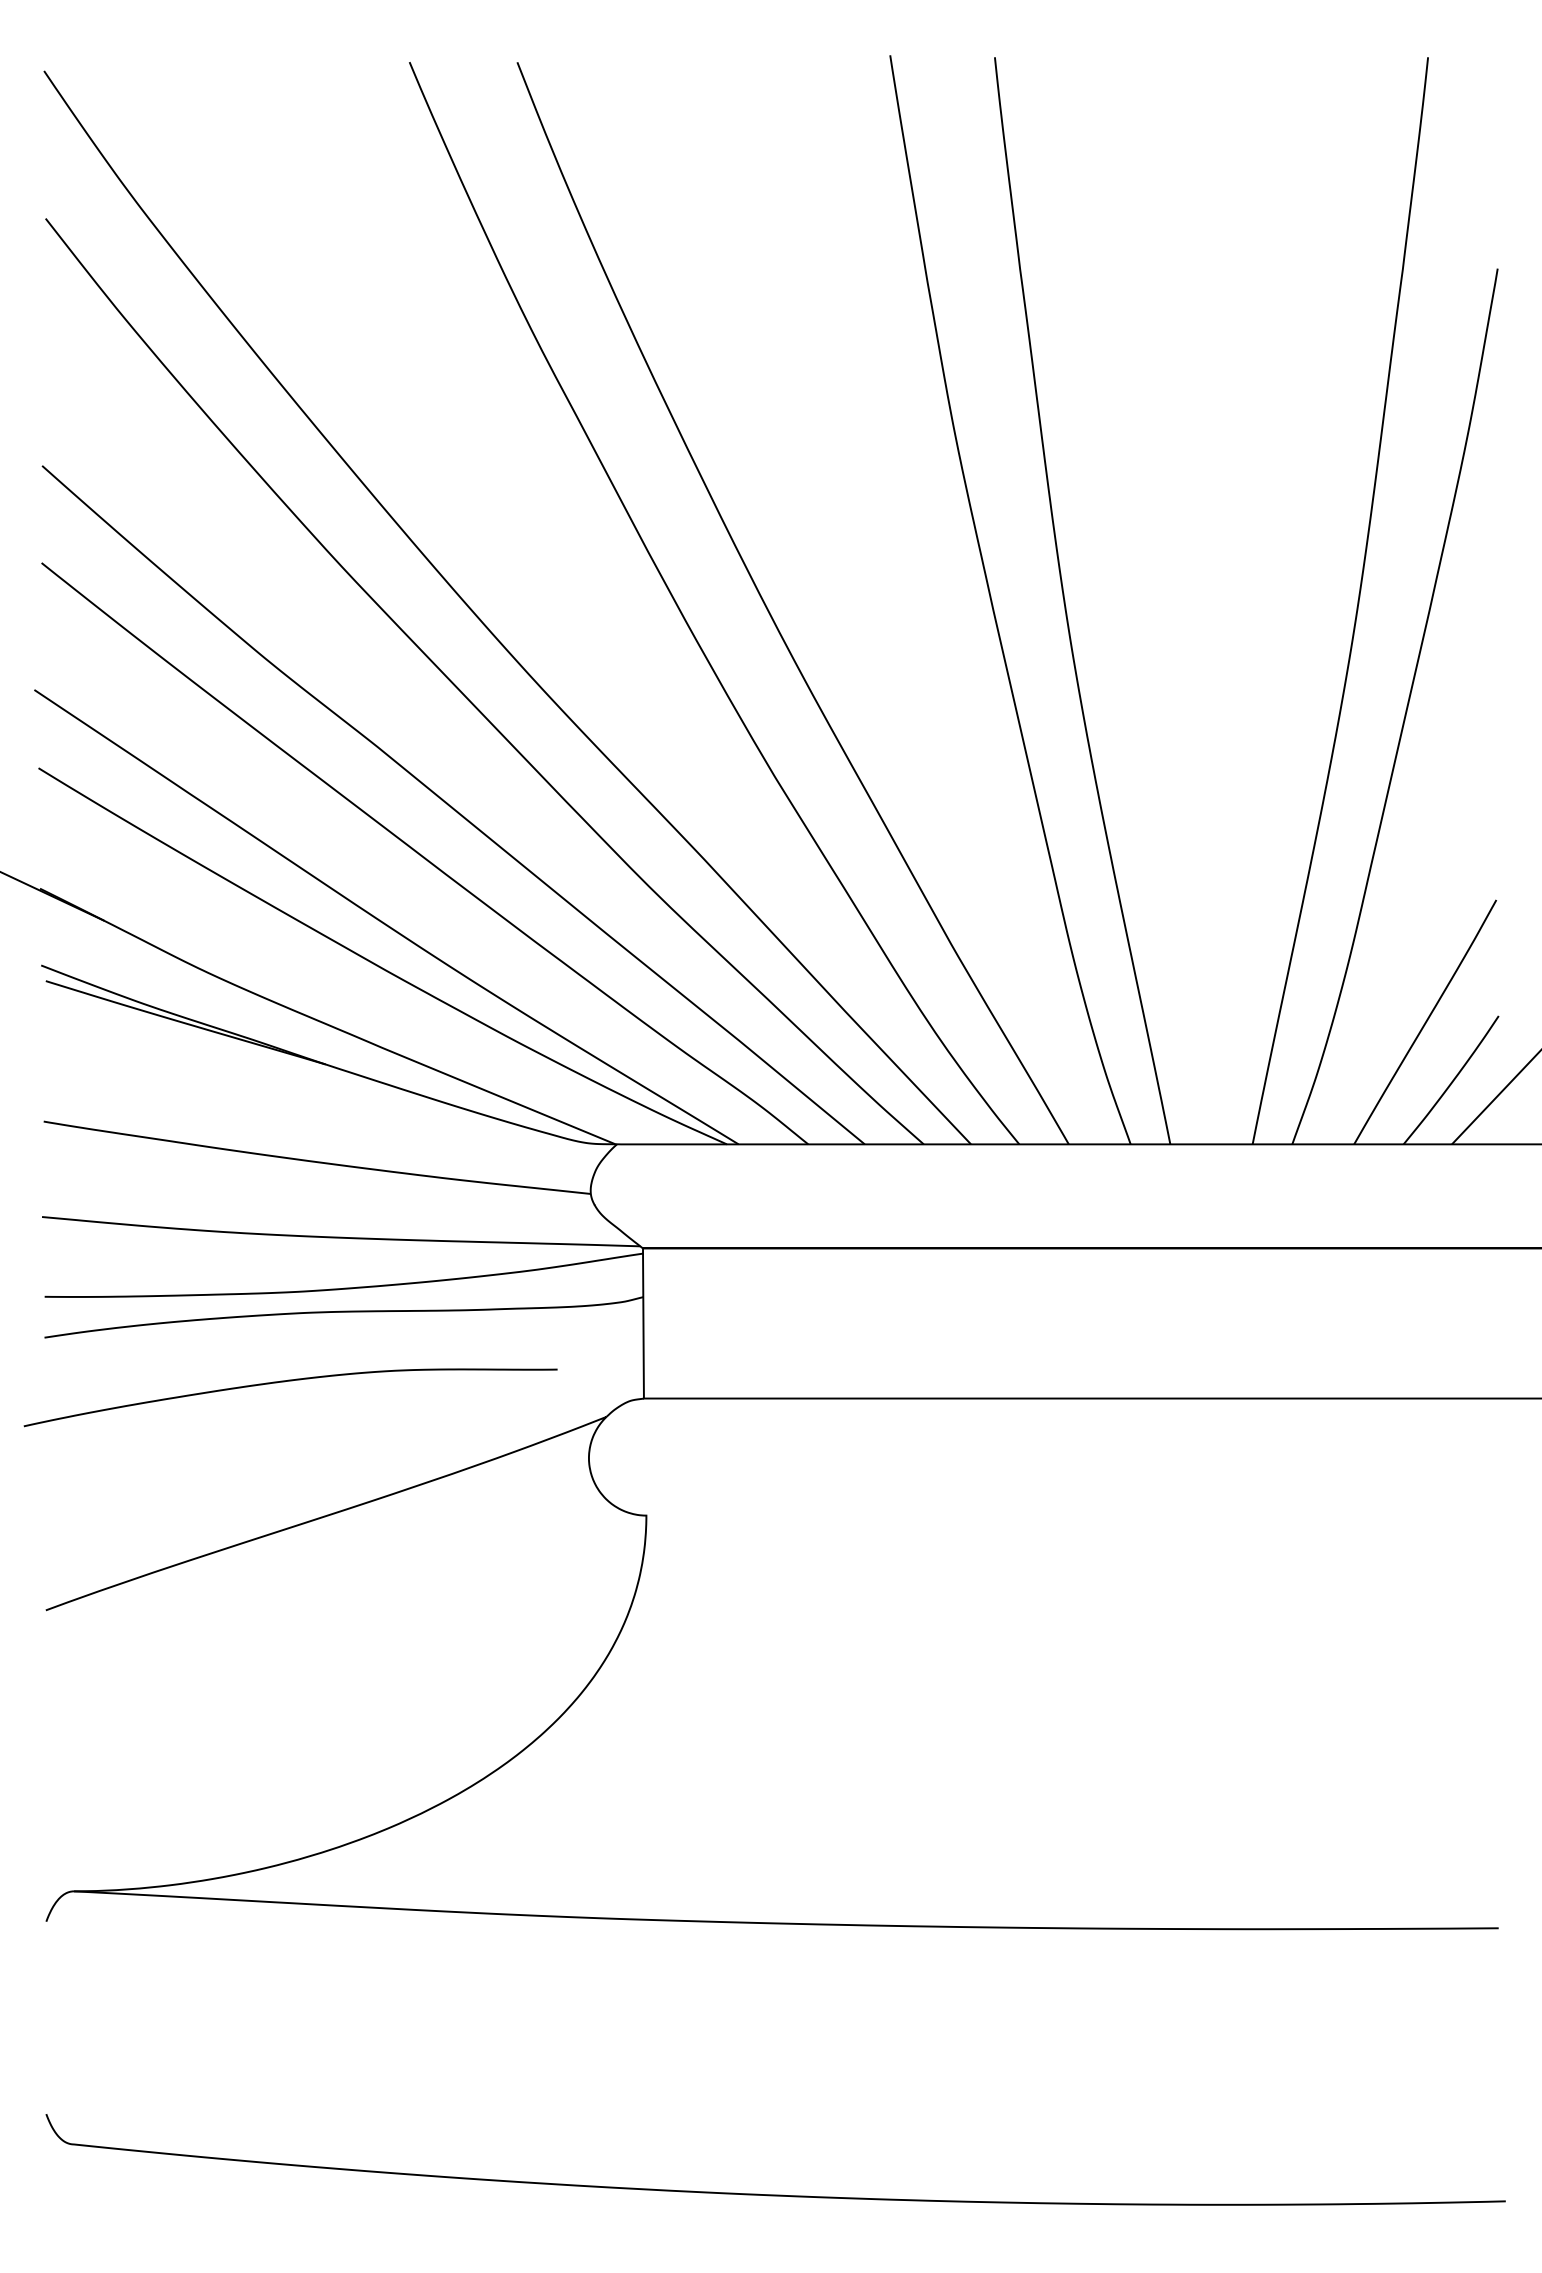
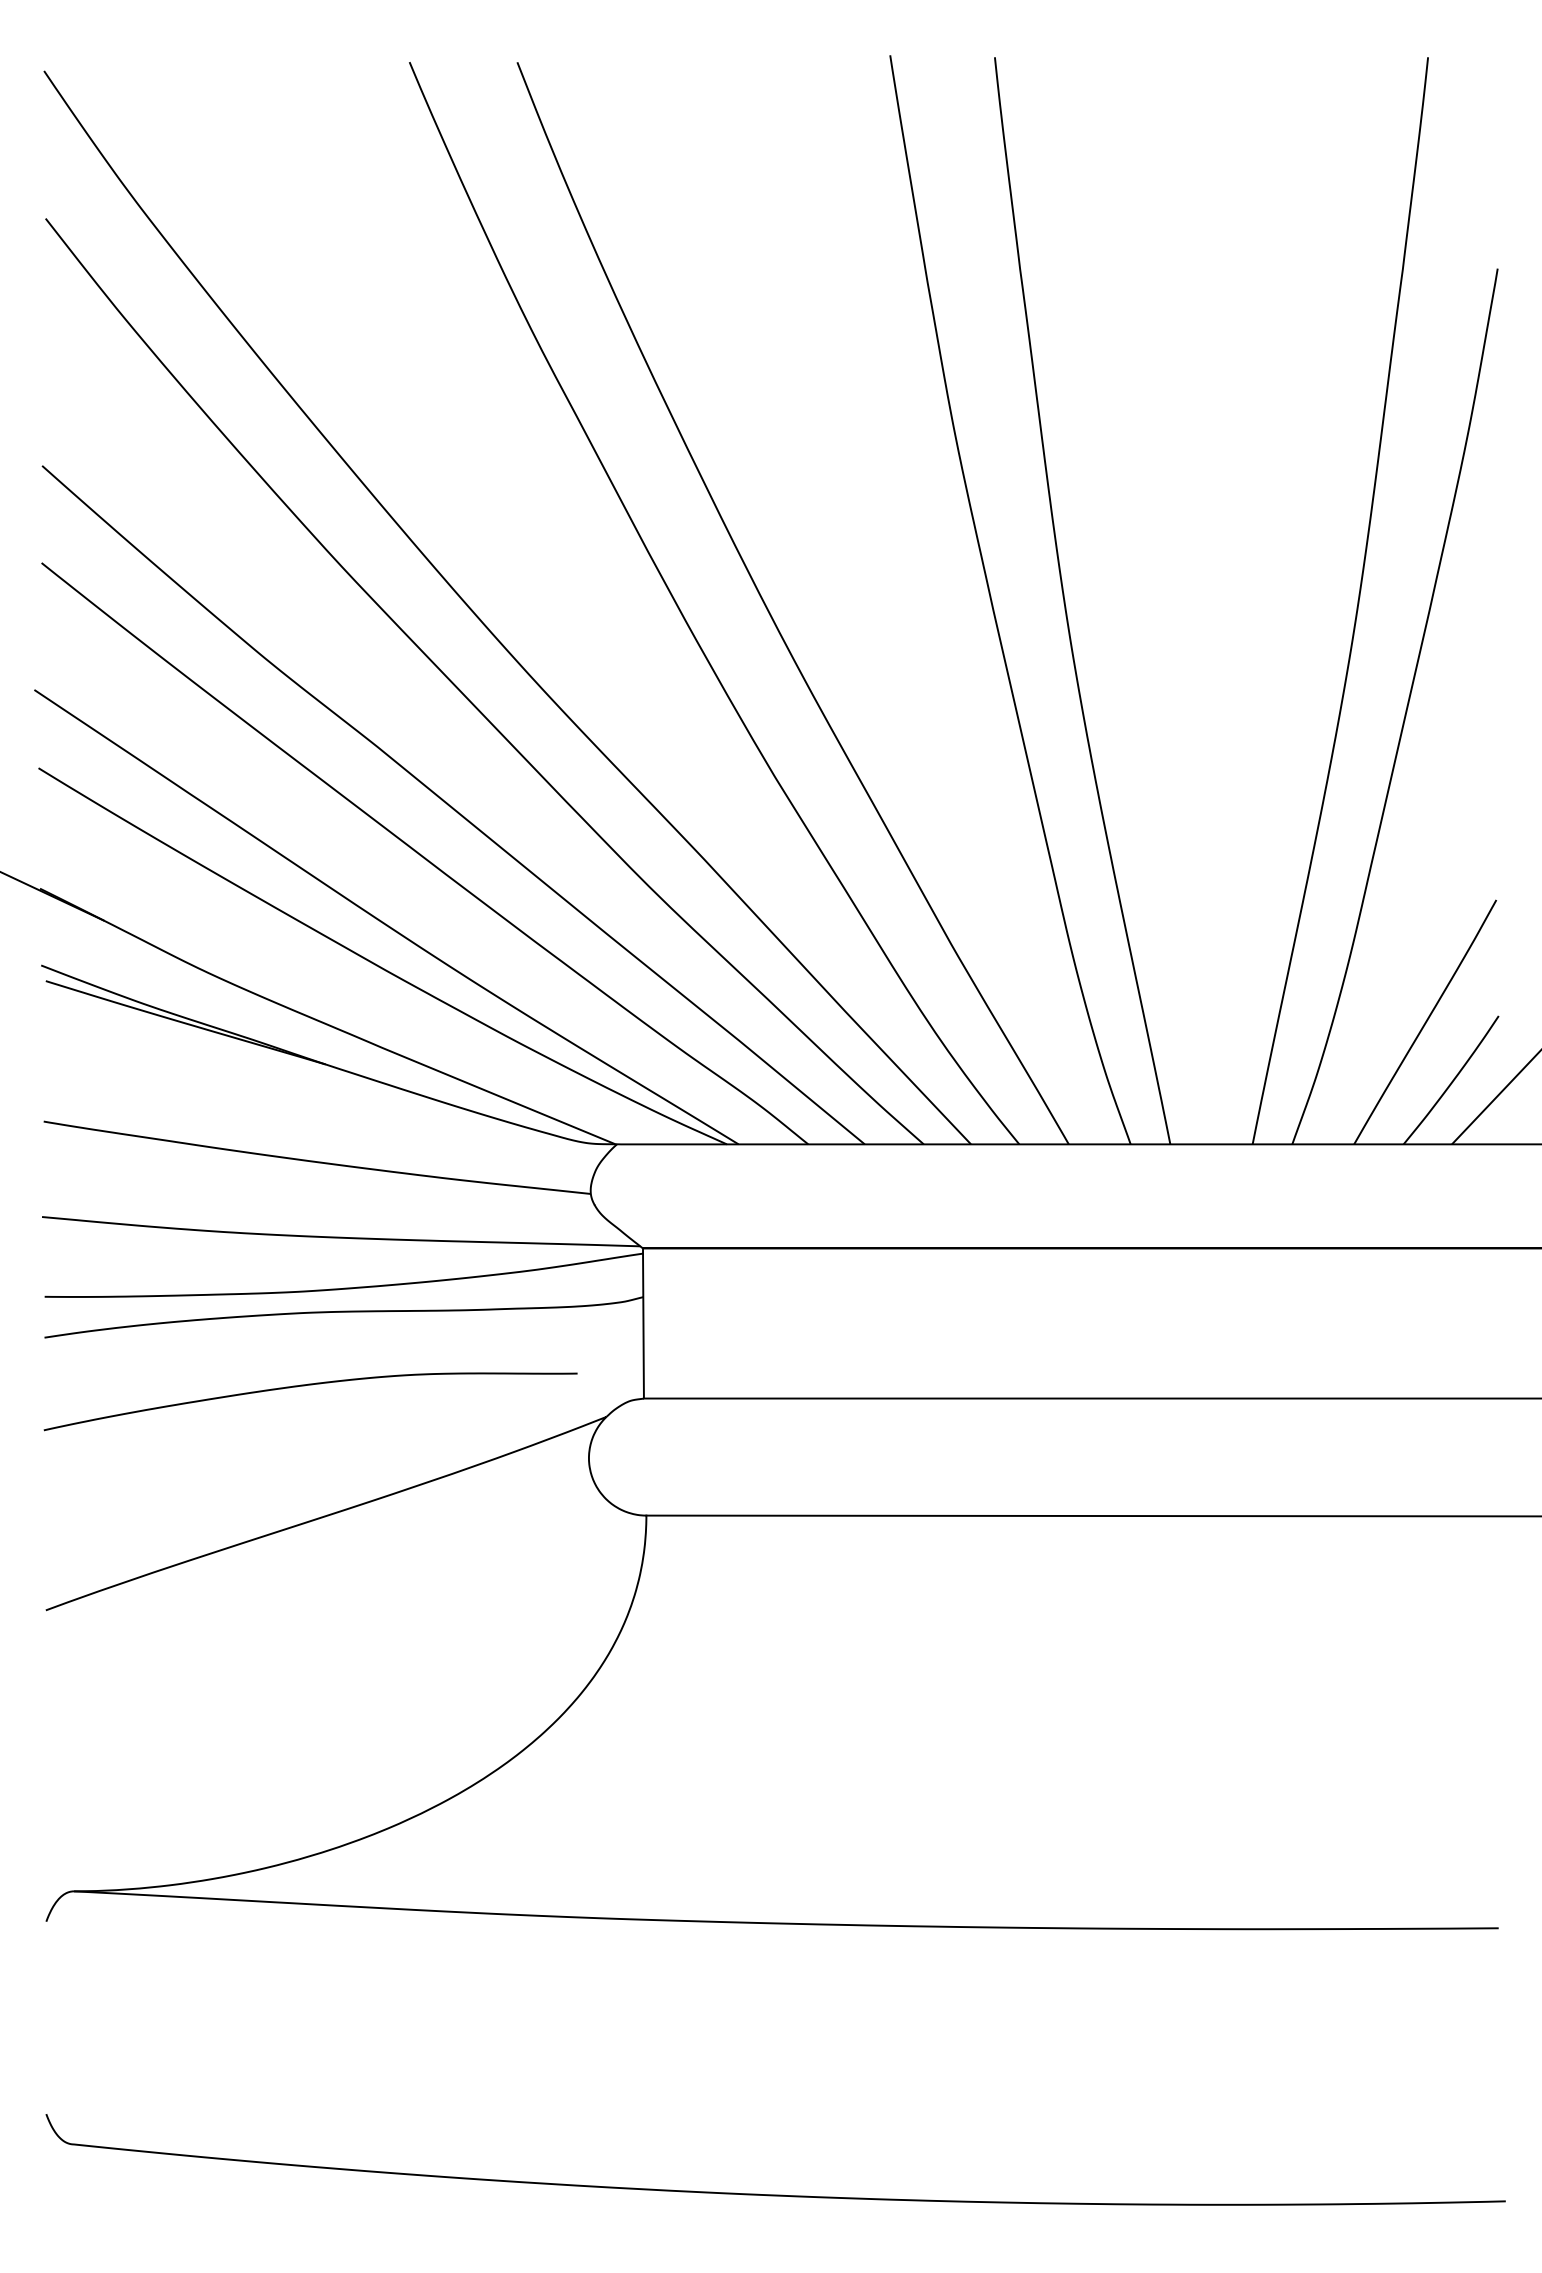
curve at (290, 1381) position: (290, 1381) -> (310, 1385)
line at (1092, 1515): none -> present
